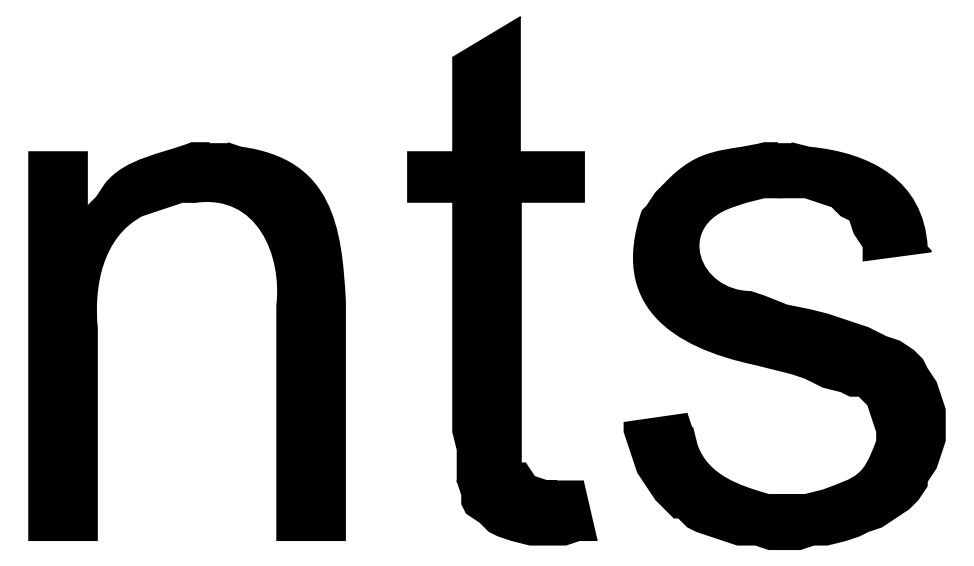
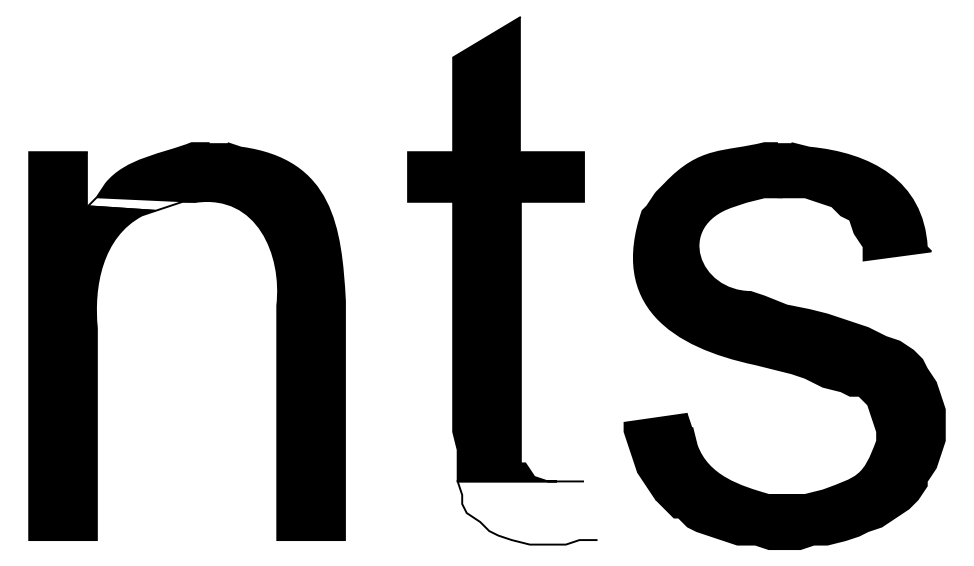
fill at (141, 203): present -> none
fill at (527, 512): present -> none
